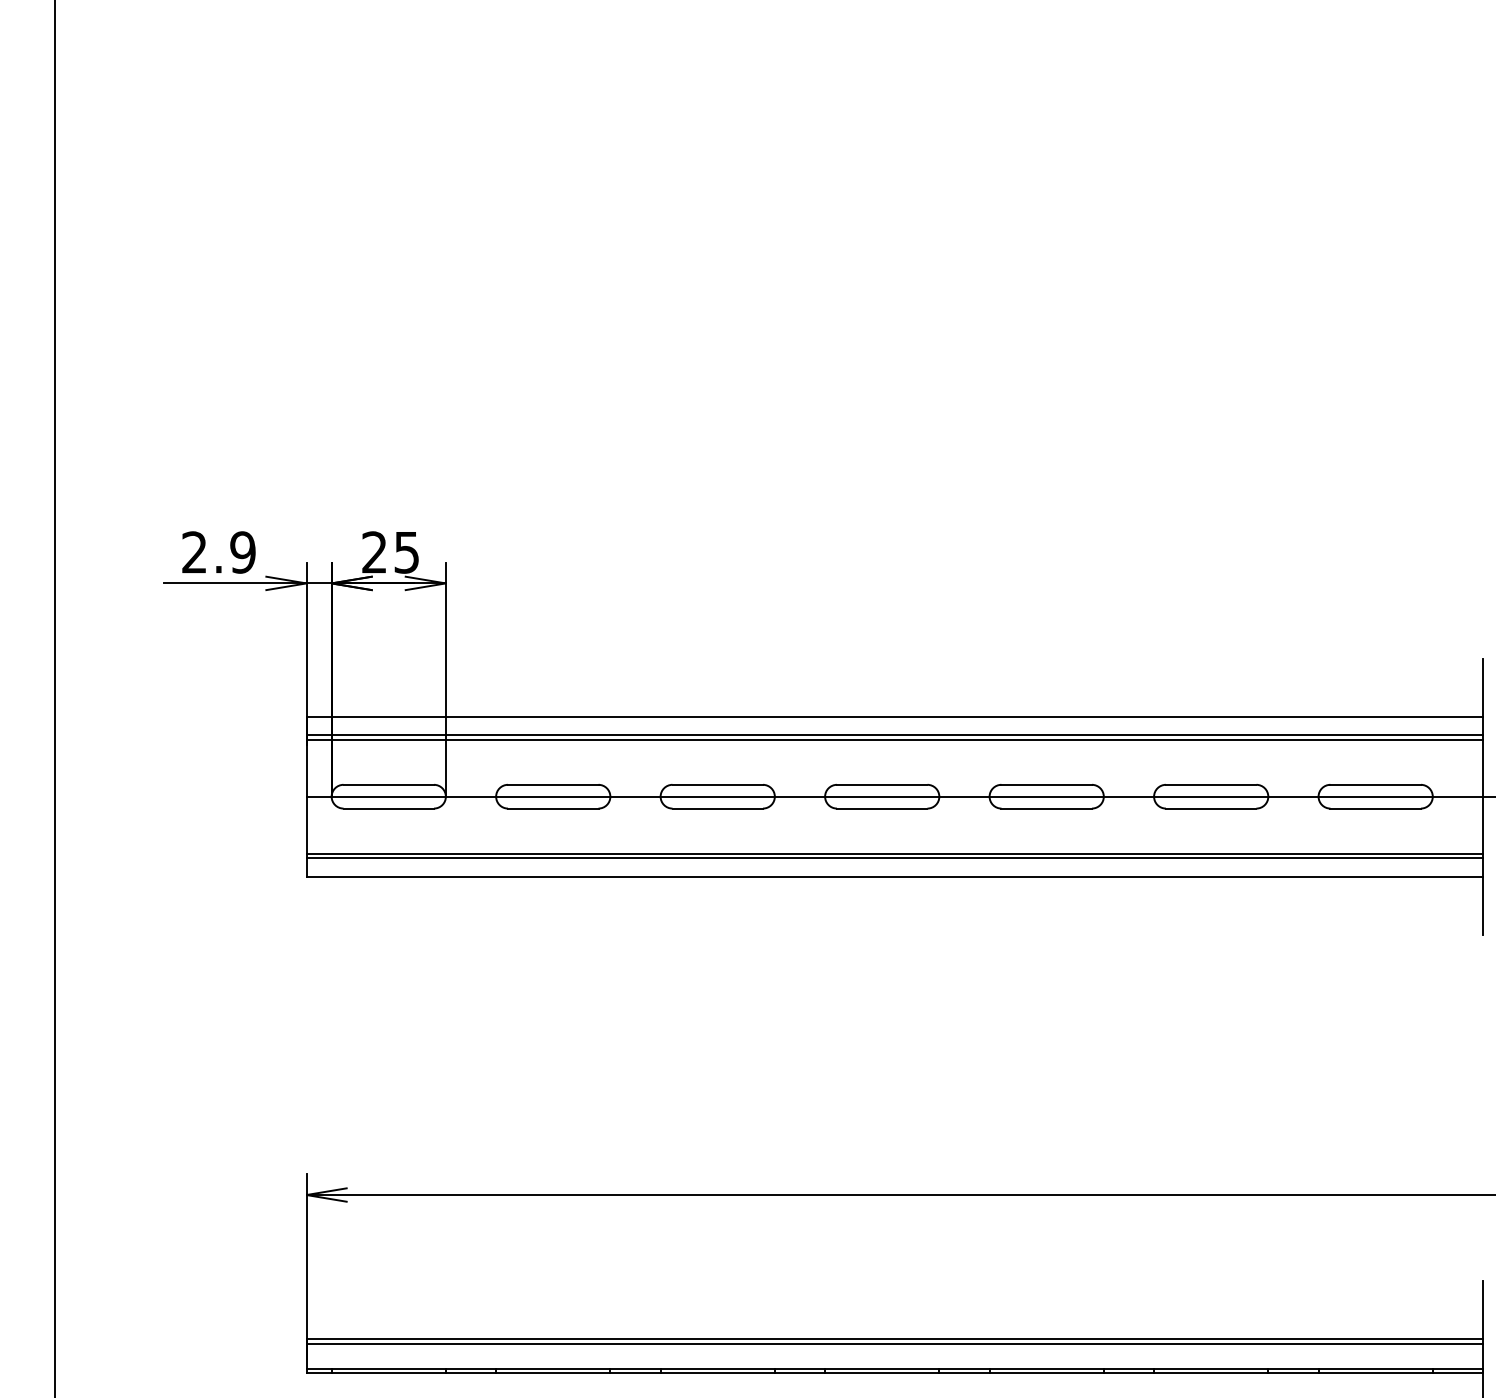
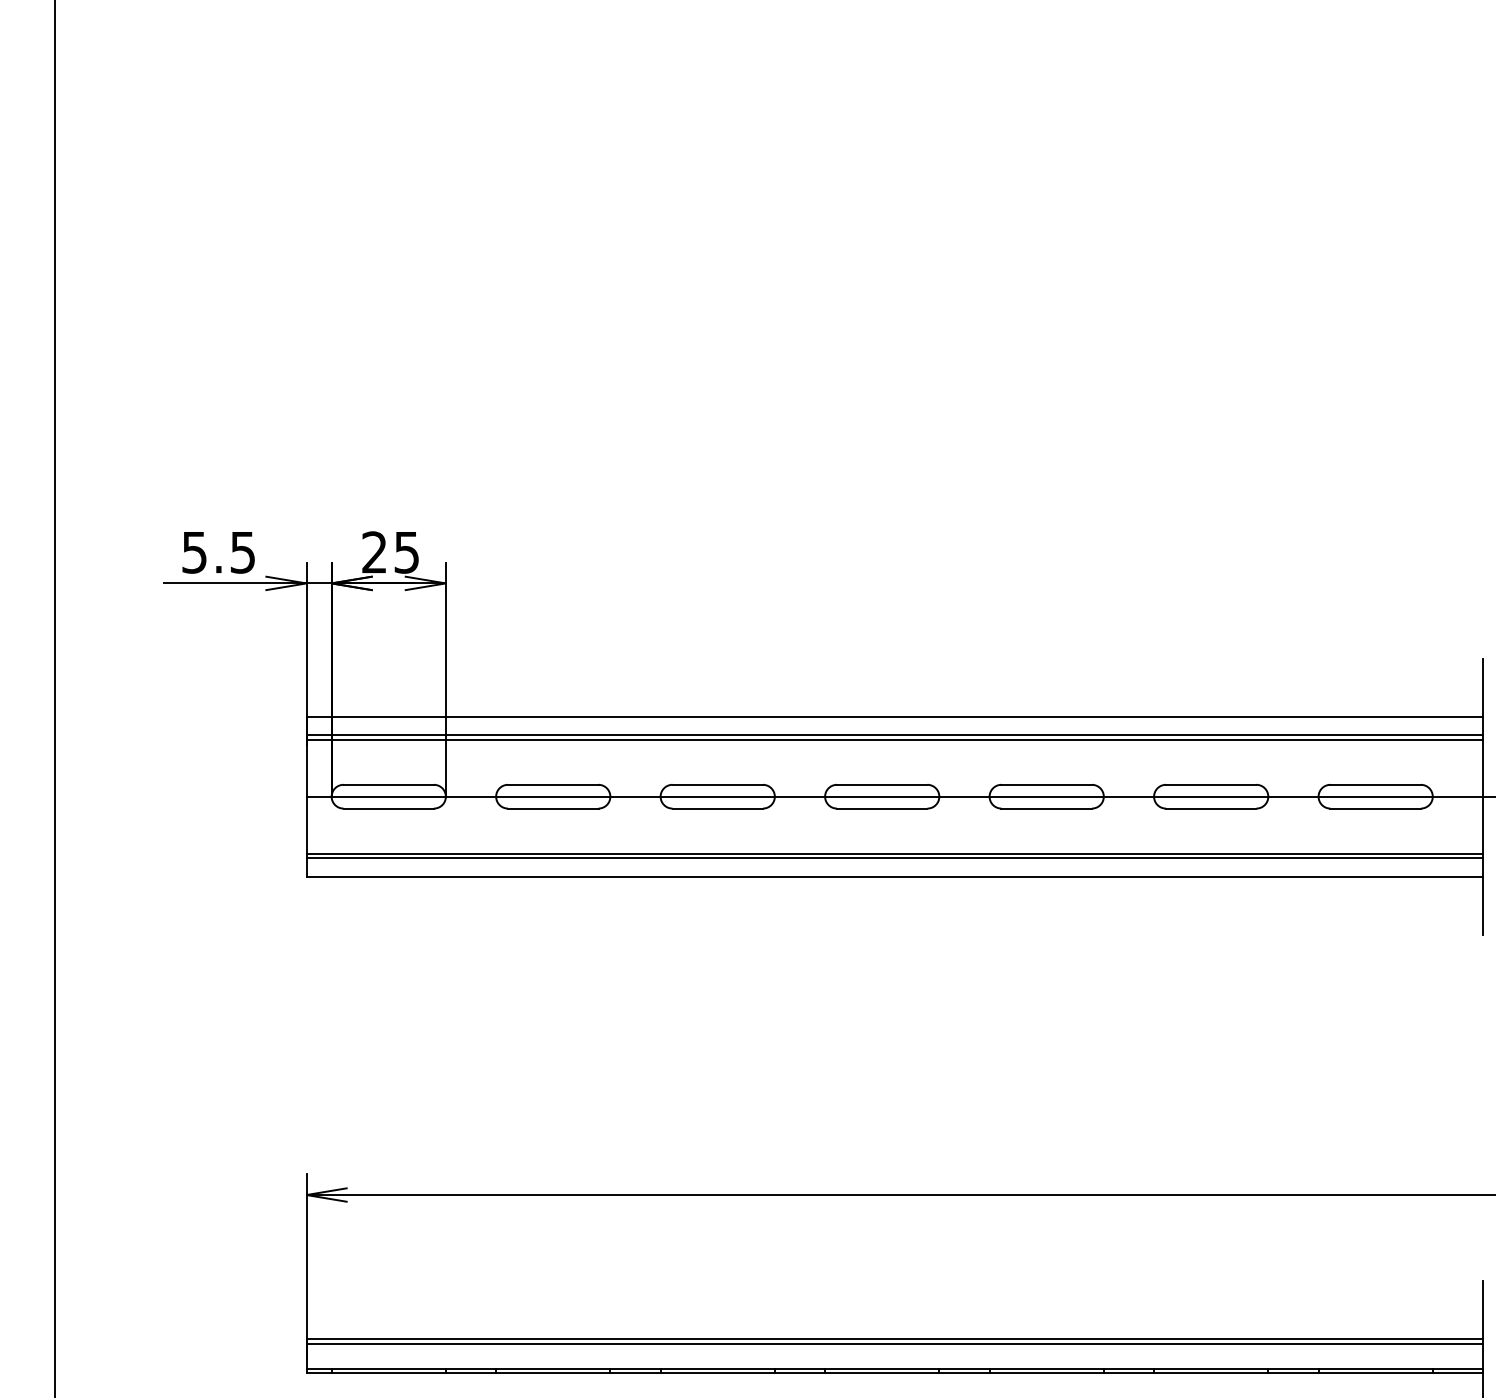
text at (218, 552): 2.9 -> 5.5
